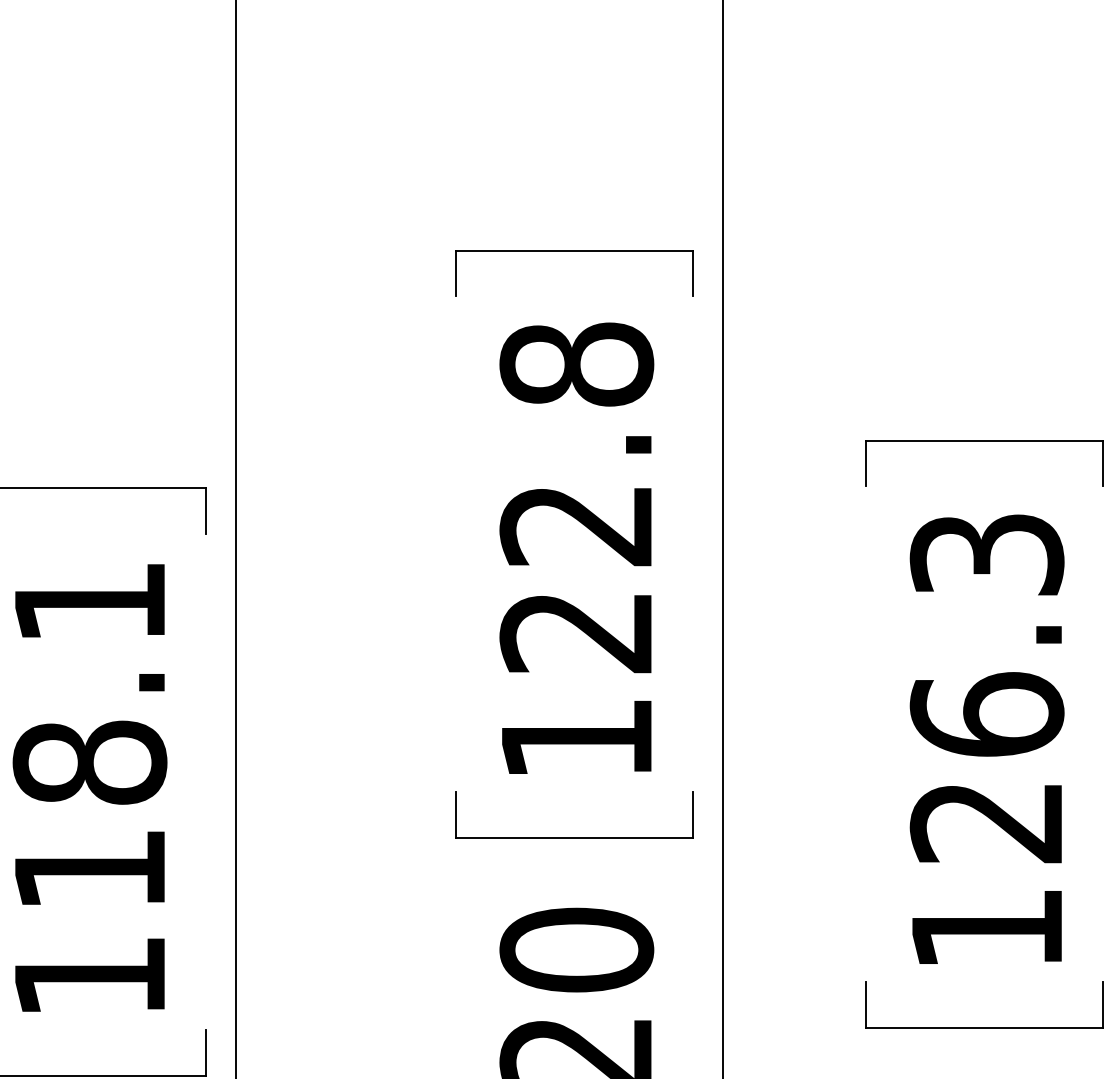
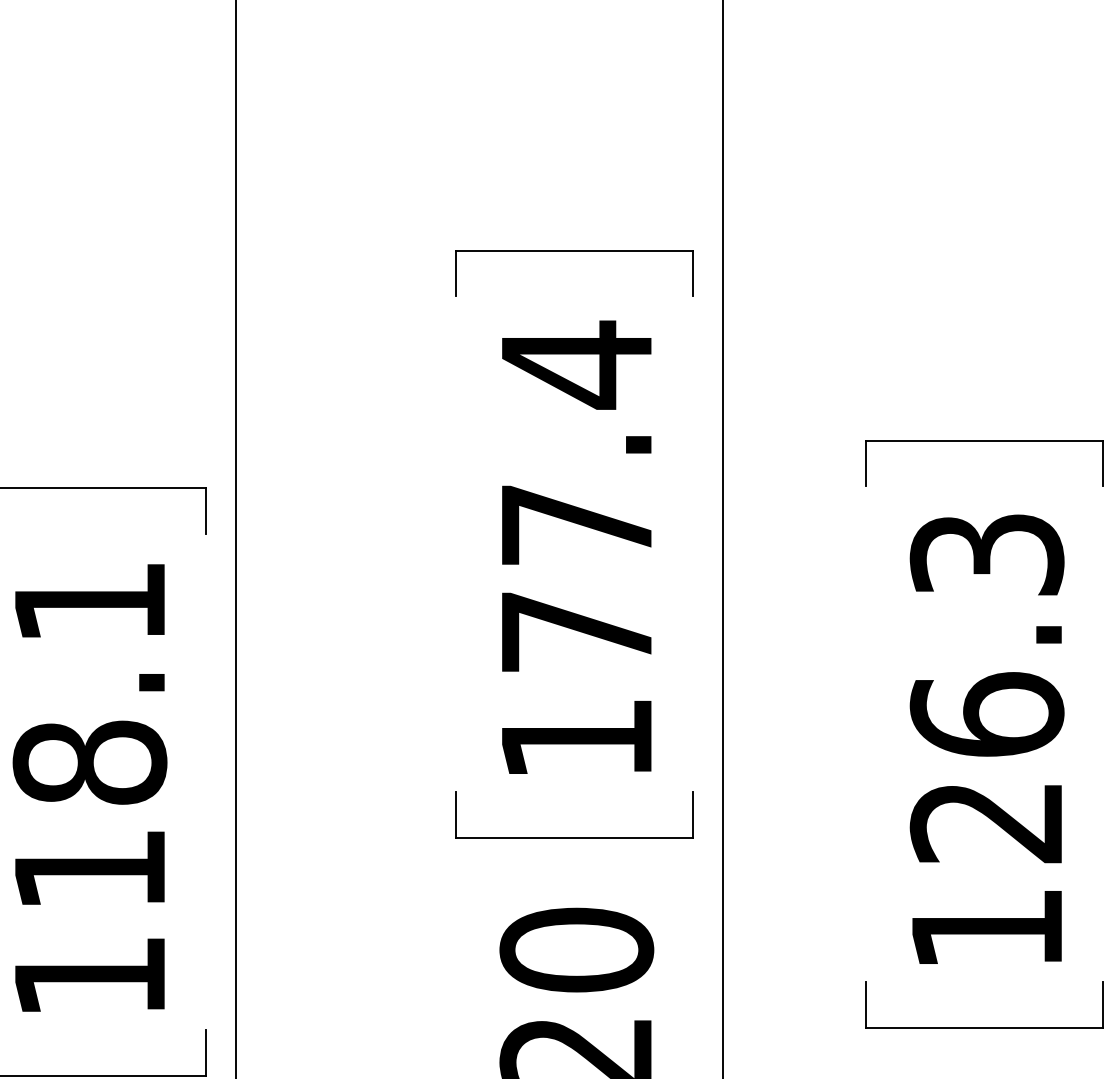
text at (576, 496): 122.8 -> 177.4
